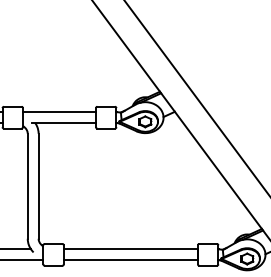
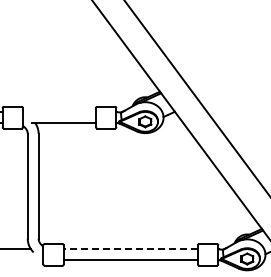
line at (59, 112): present -> none
line at (130, 249): solid -> dashed
line at (22, 260): present -> none
